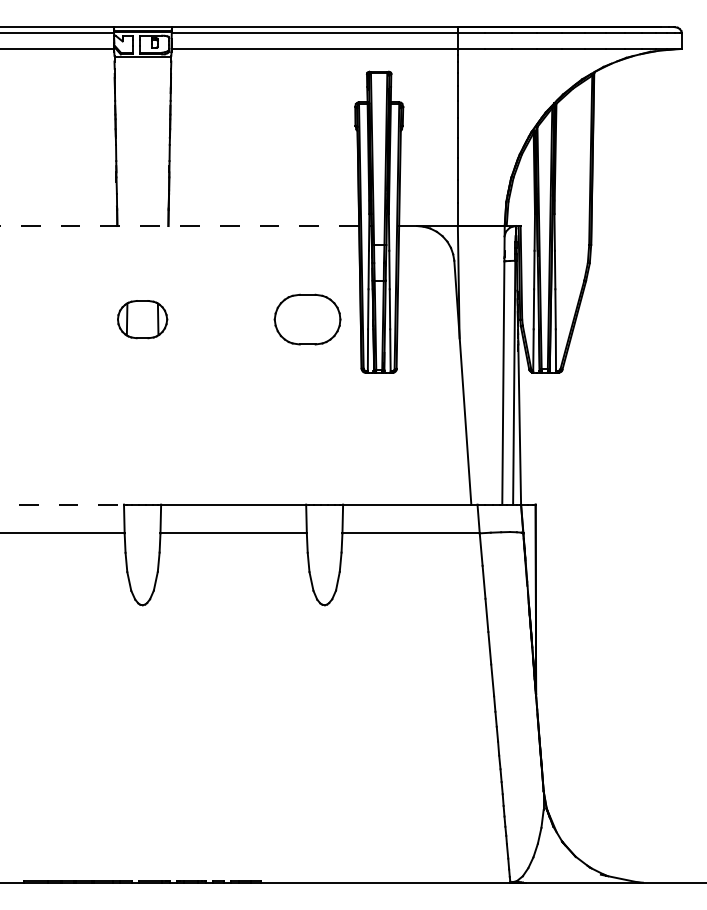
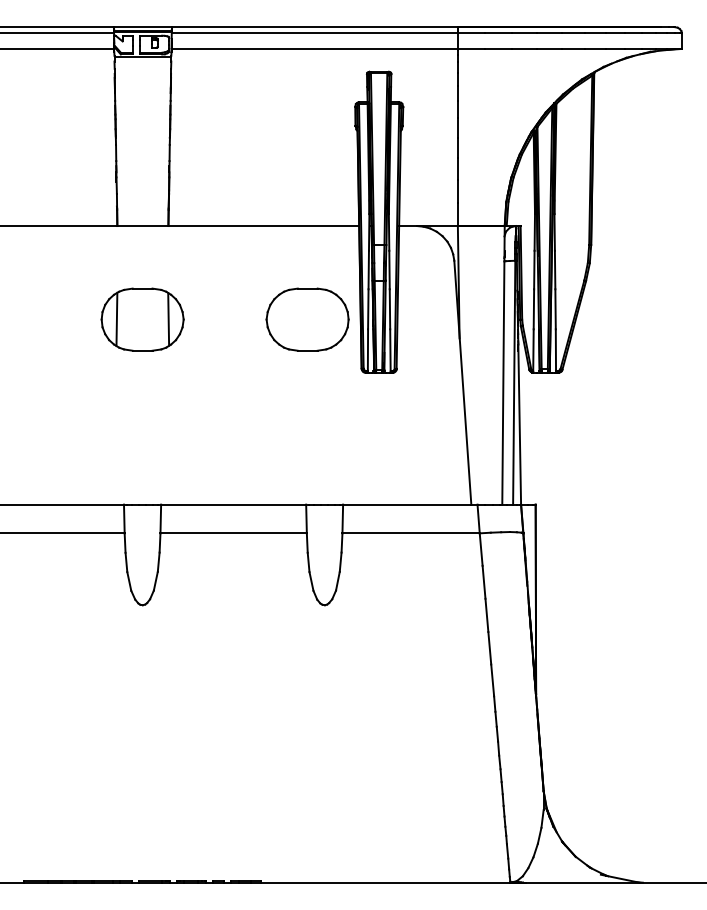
line at (179, 226): dashed -> solid
part at (142, 319) size: 52x40 px -> 85x65 px
part at (307, 319) size: 69x53 px -> 85x65 px
line at (62, 504): dashed -> solid
